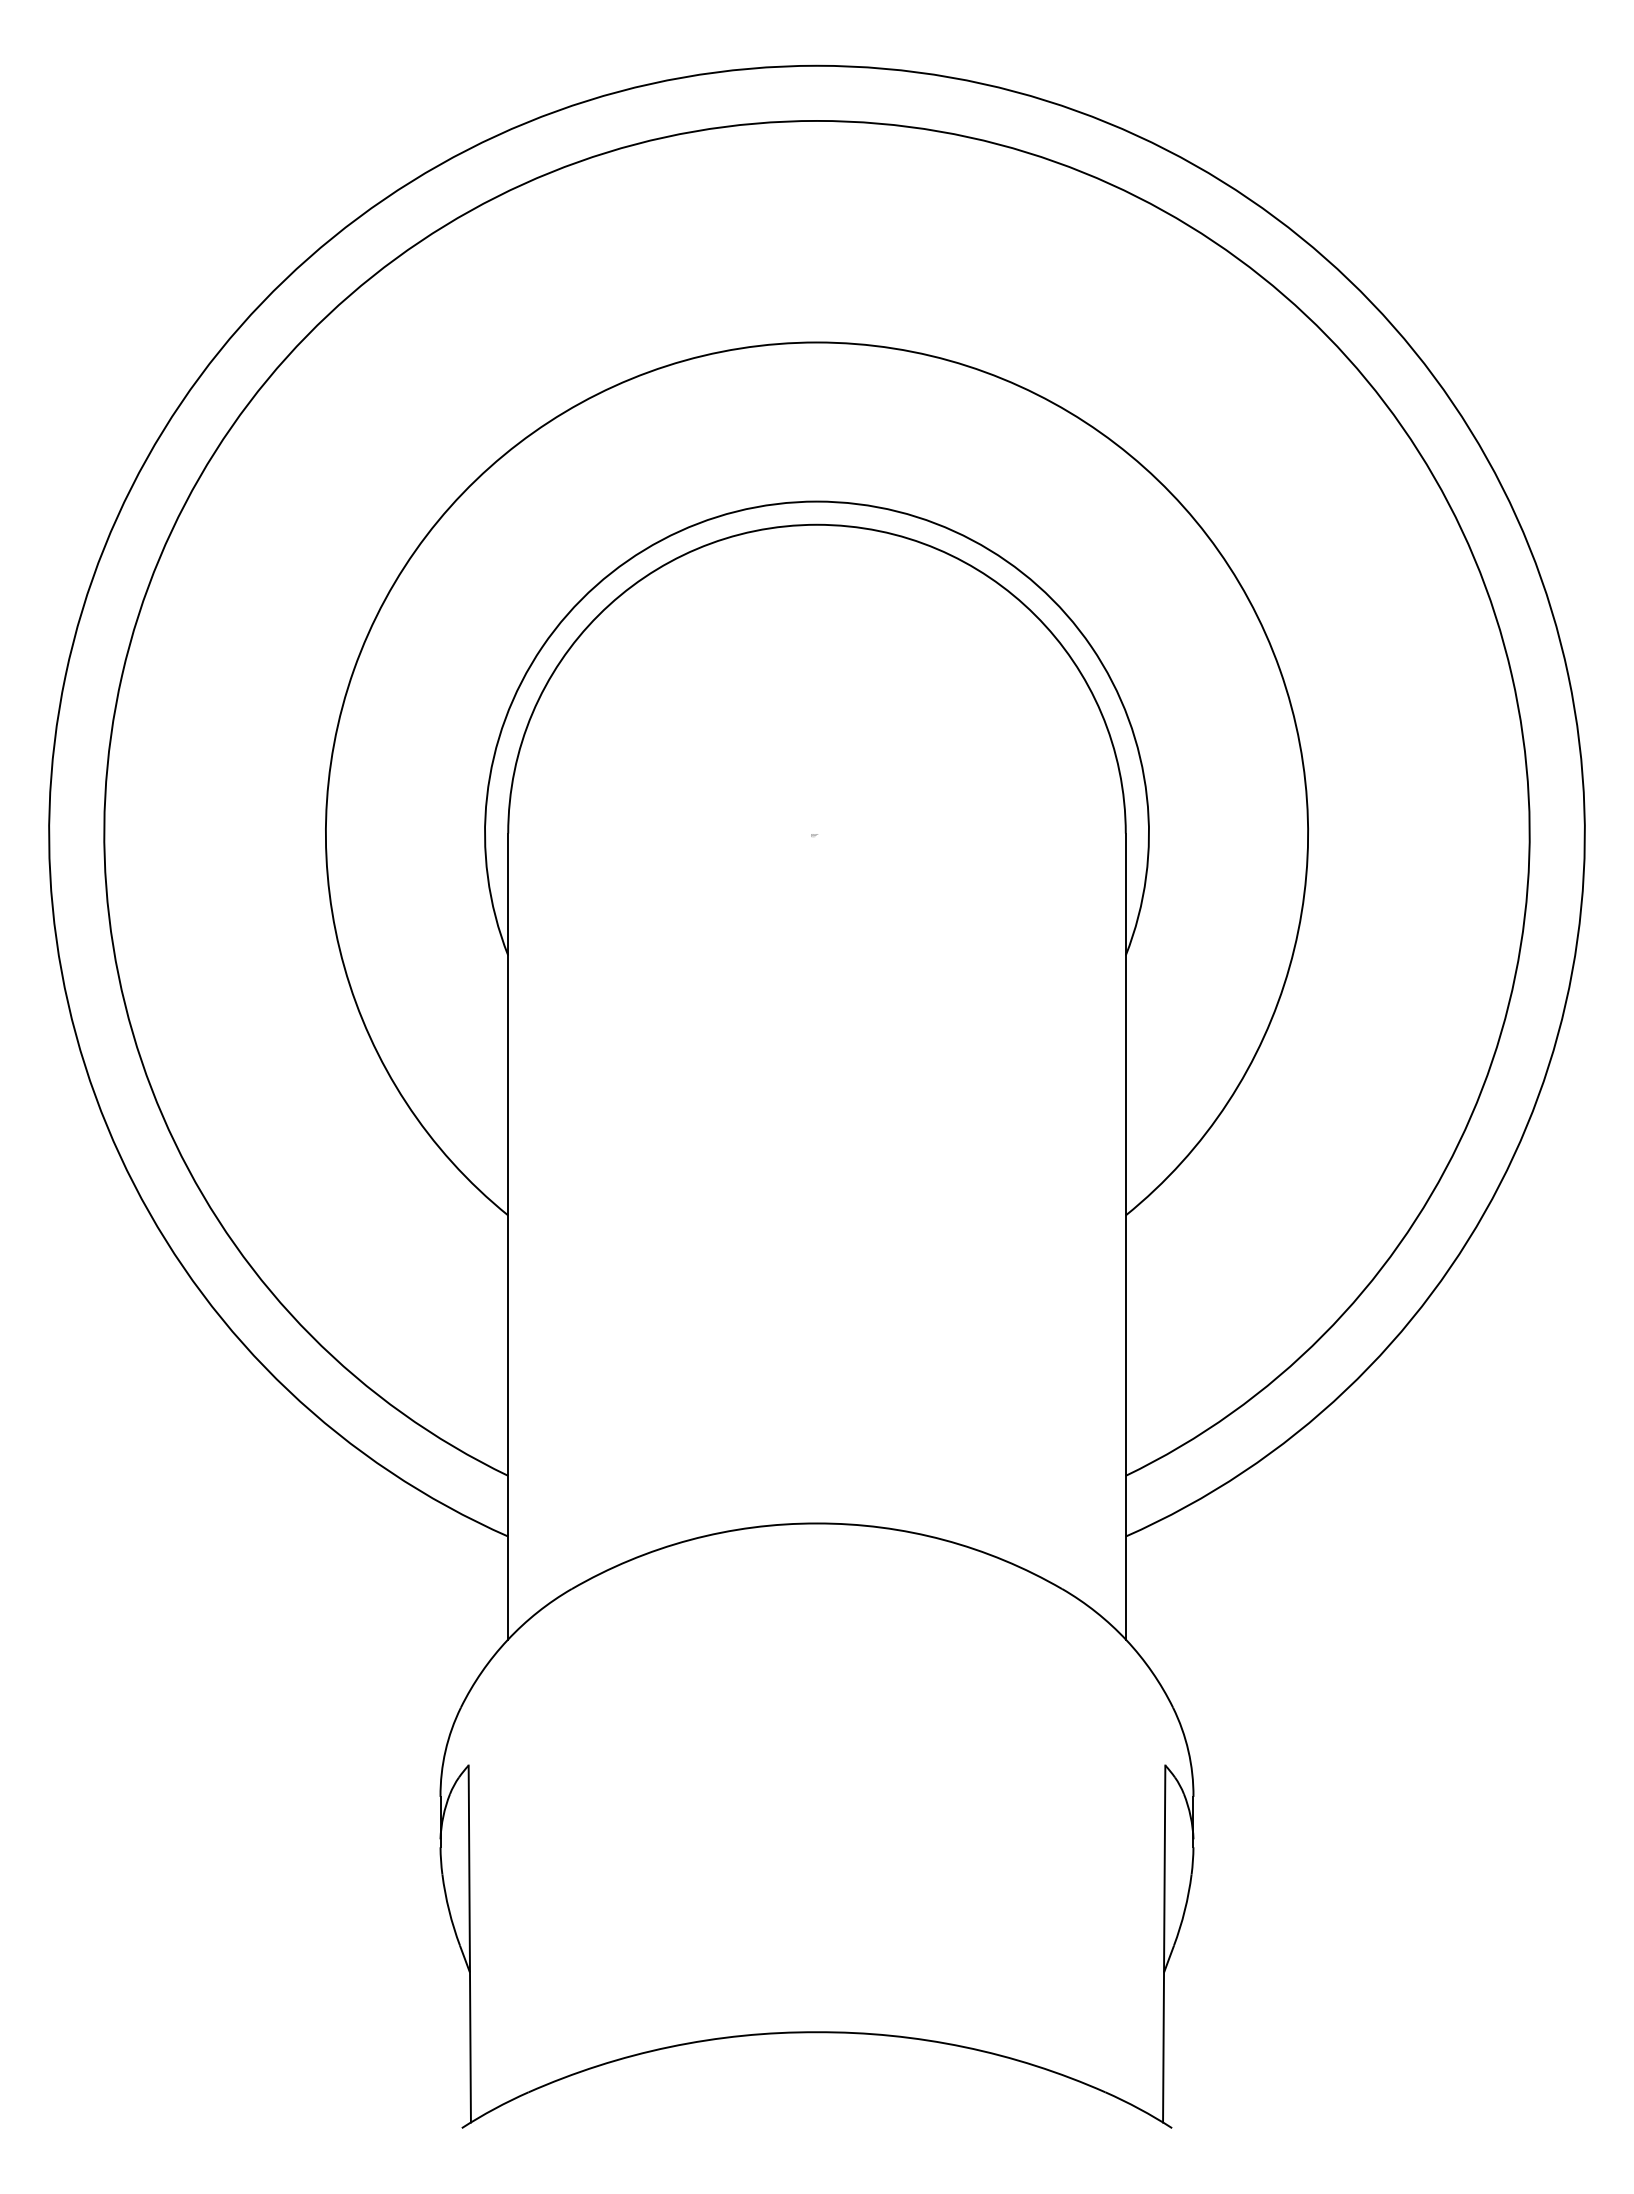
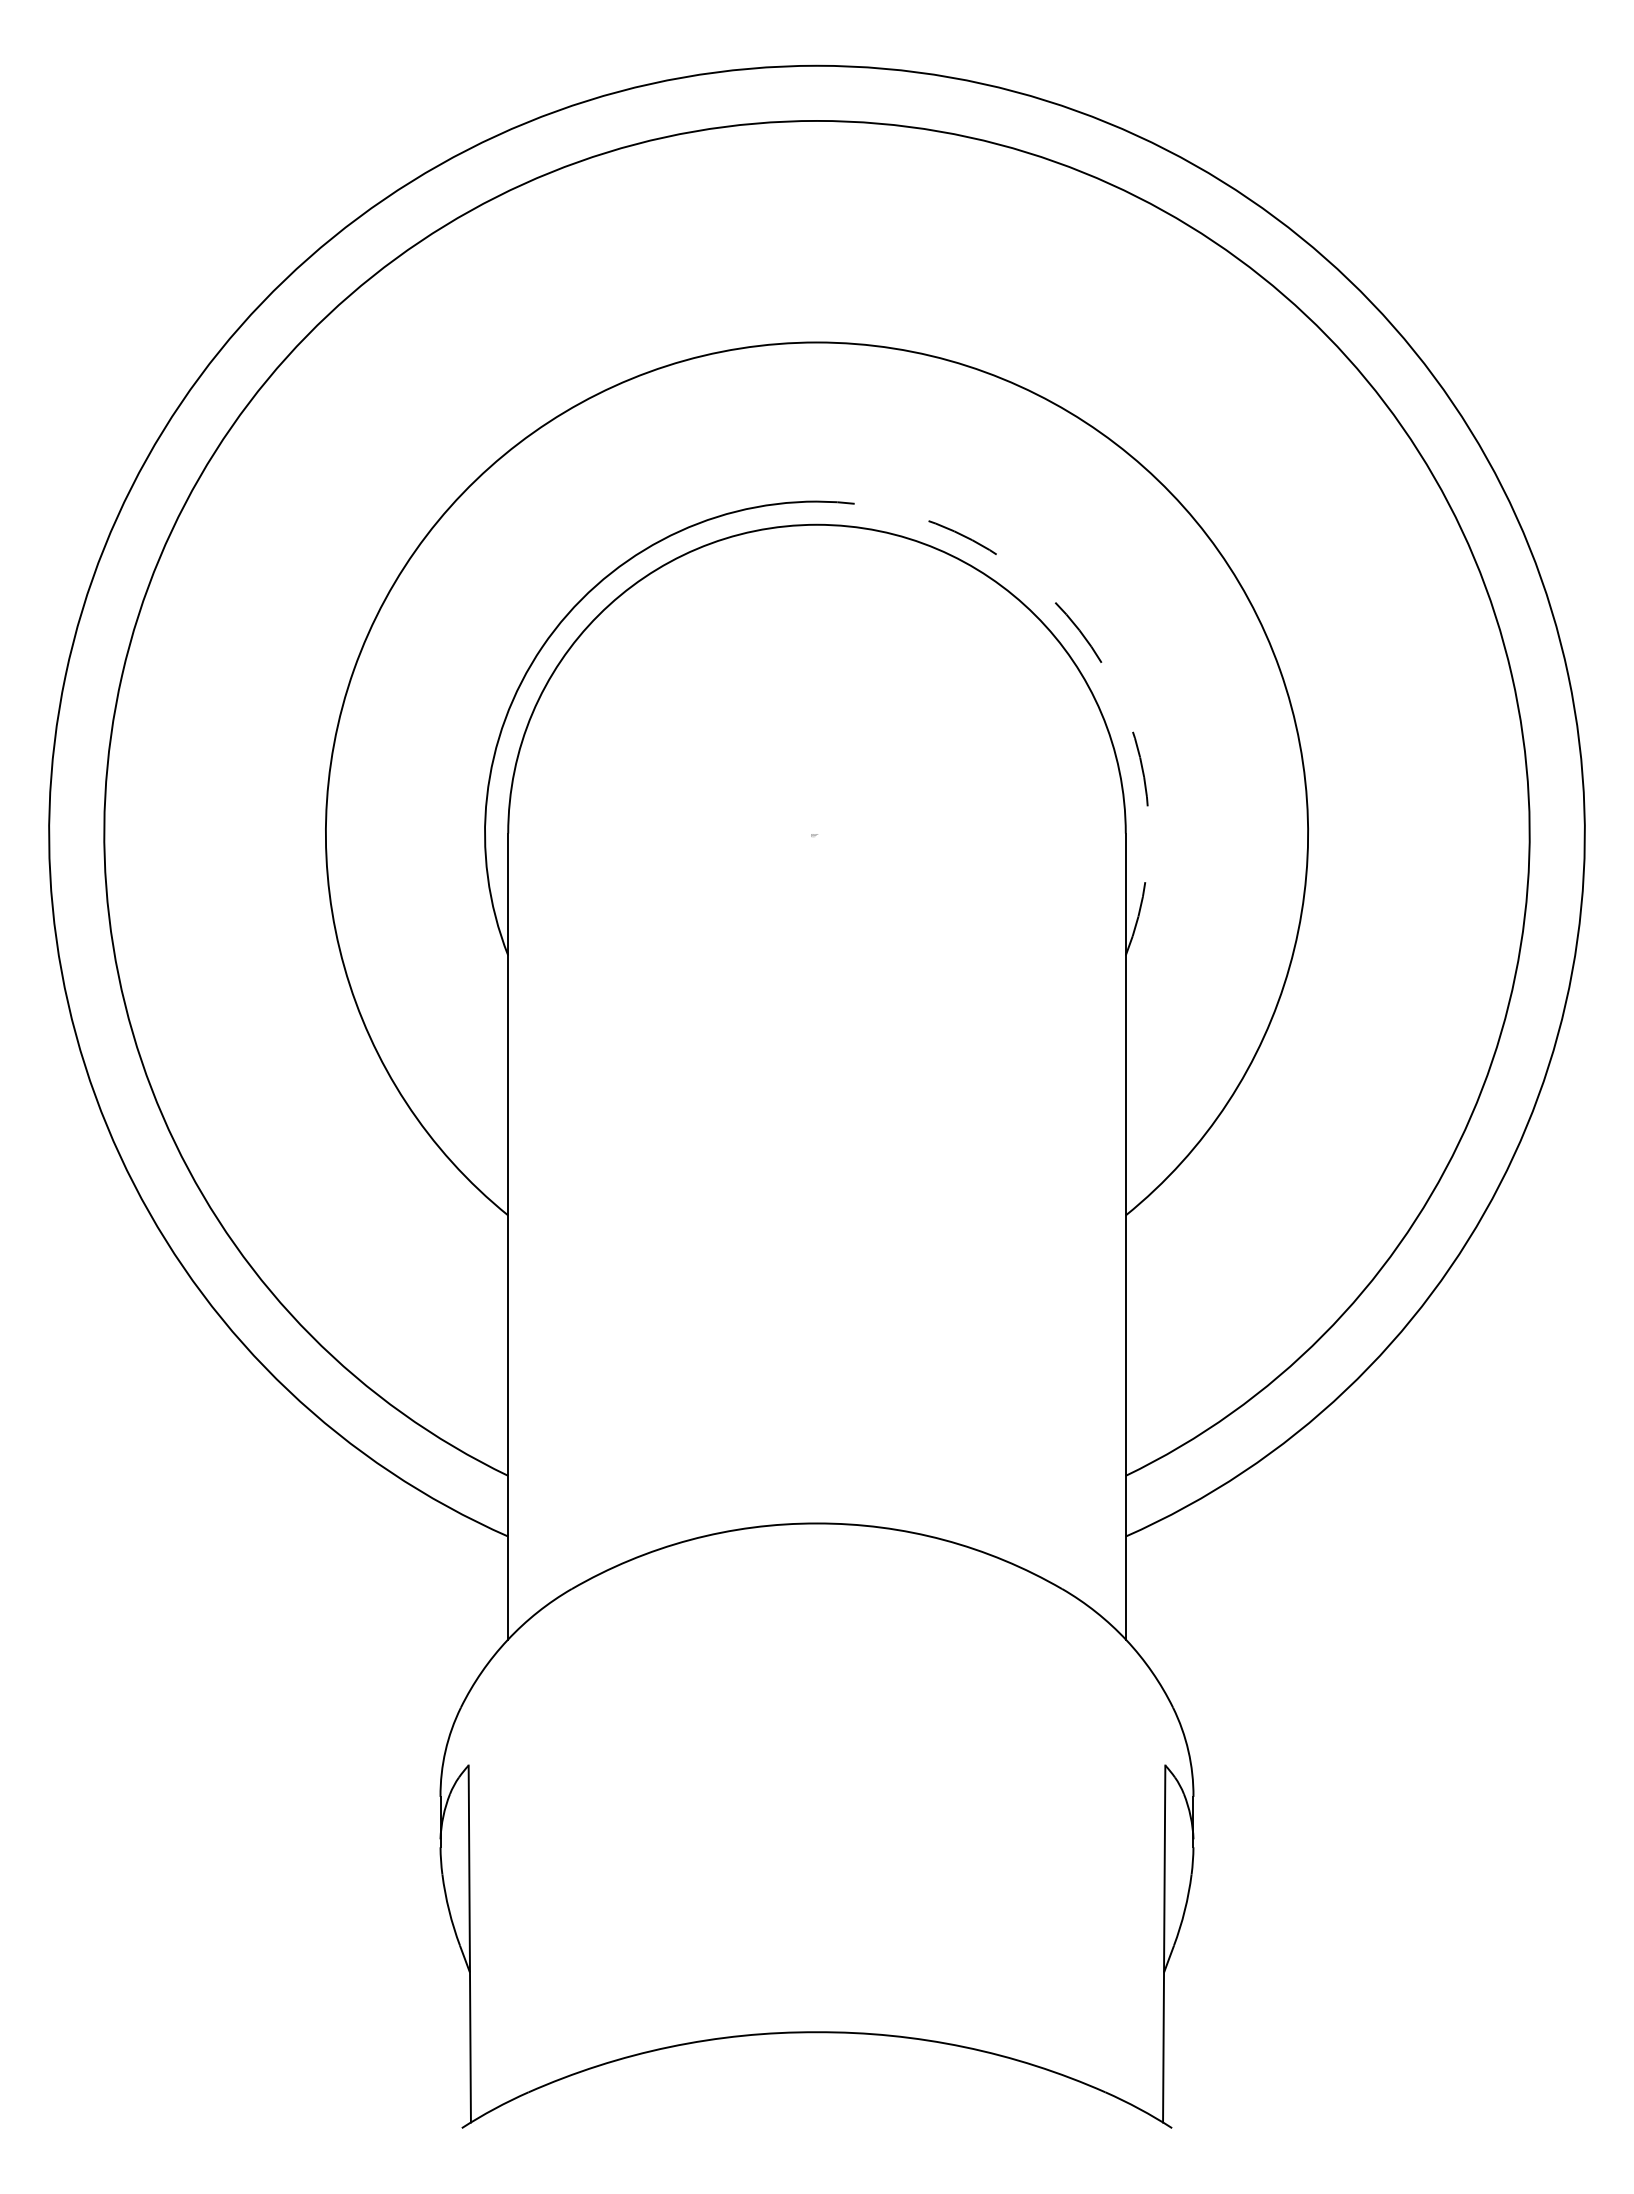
arc at (1091, 646): solid -> dashed
